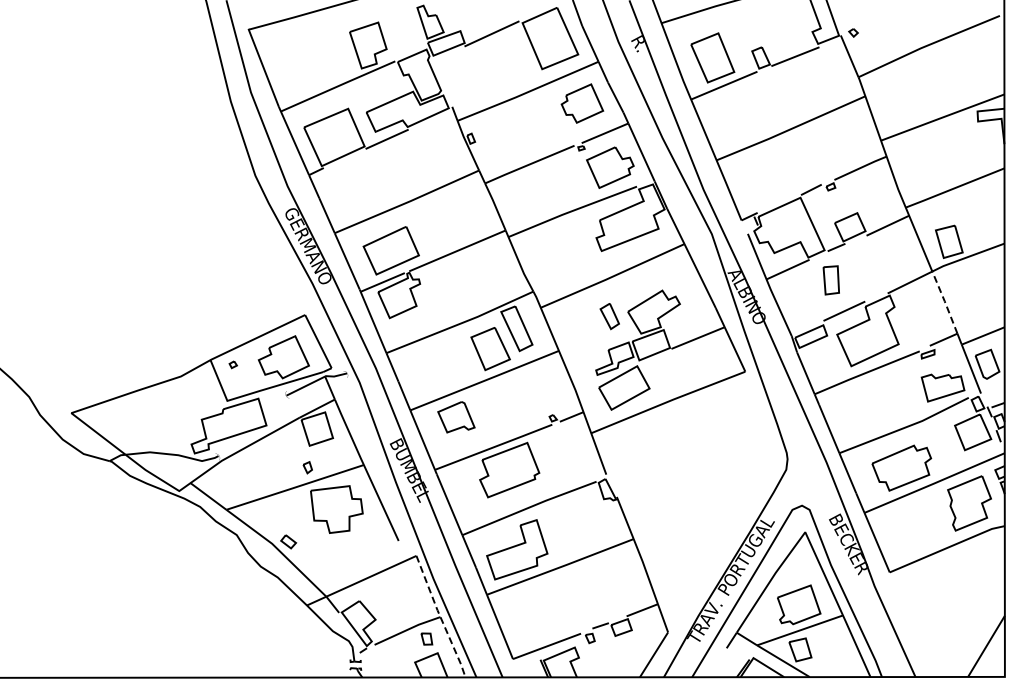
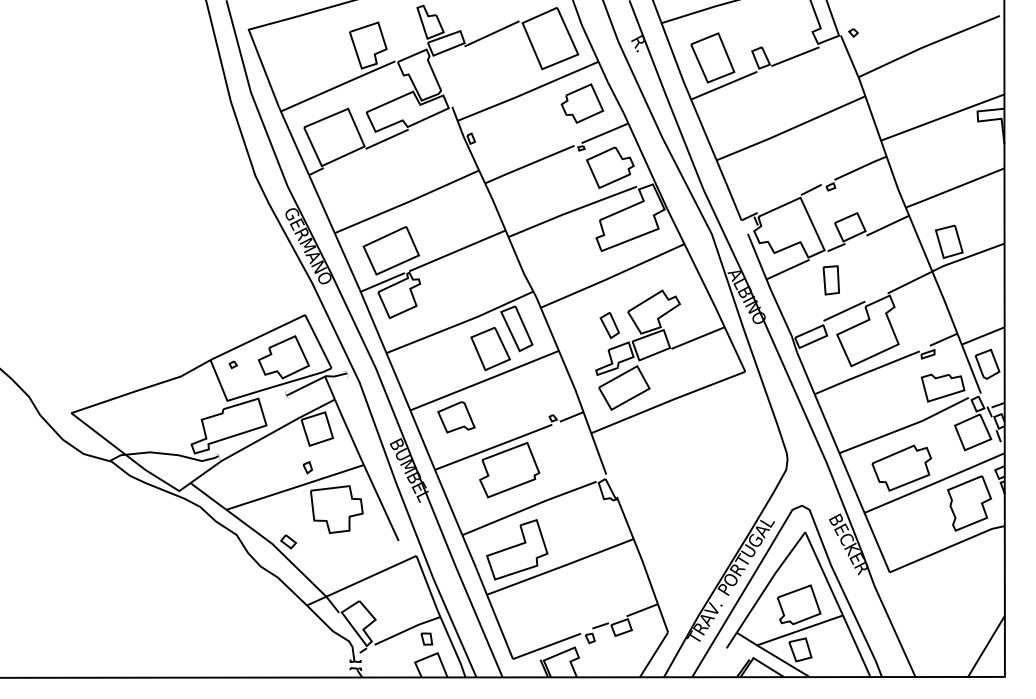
line at (944, 301): dashed -> solid
part at (609, 316) position: (609, 316) -> (609, 325)
line at (440, 616): dashed -> solid
